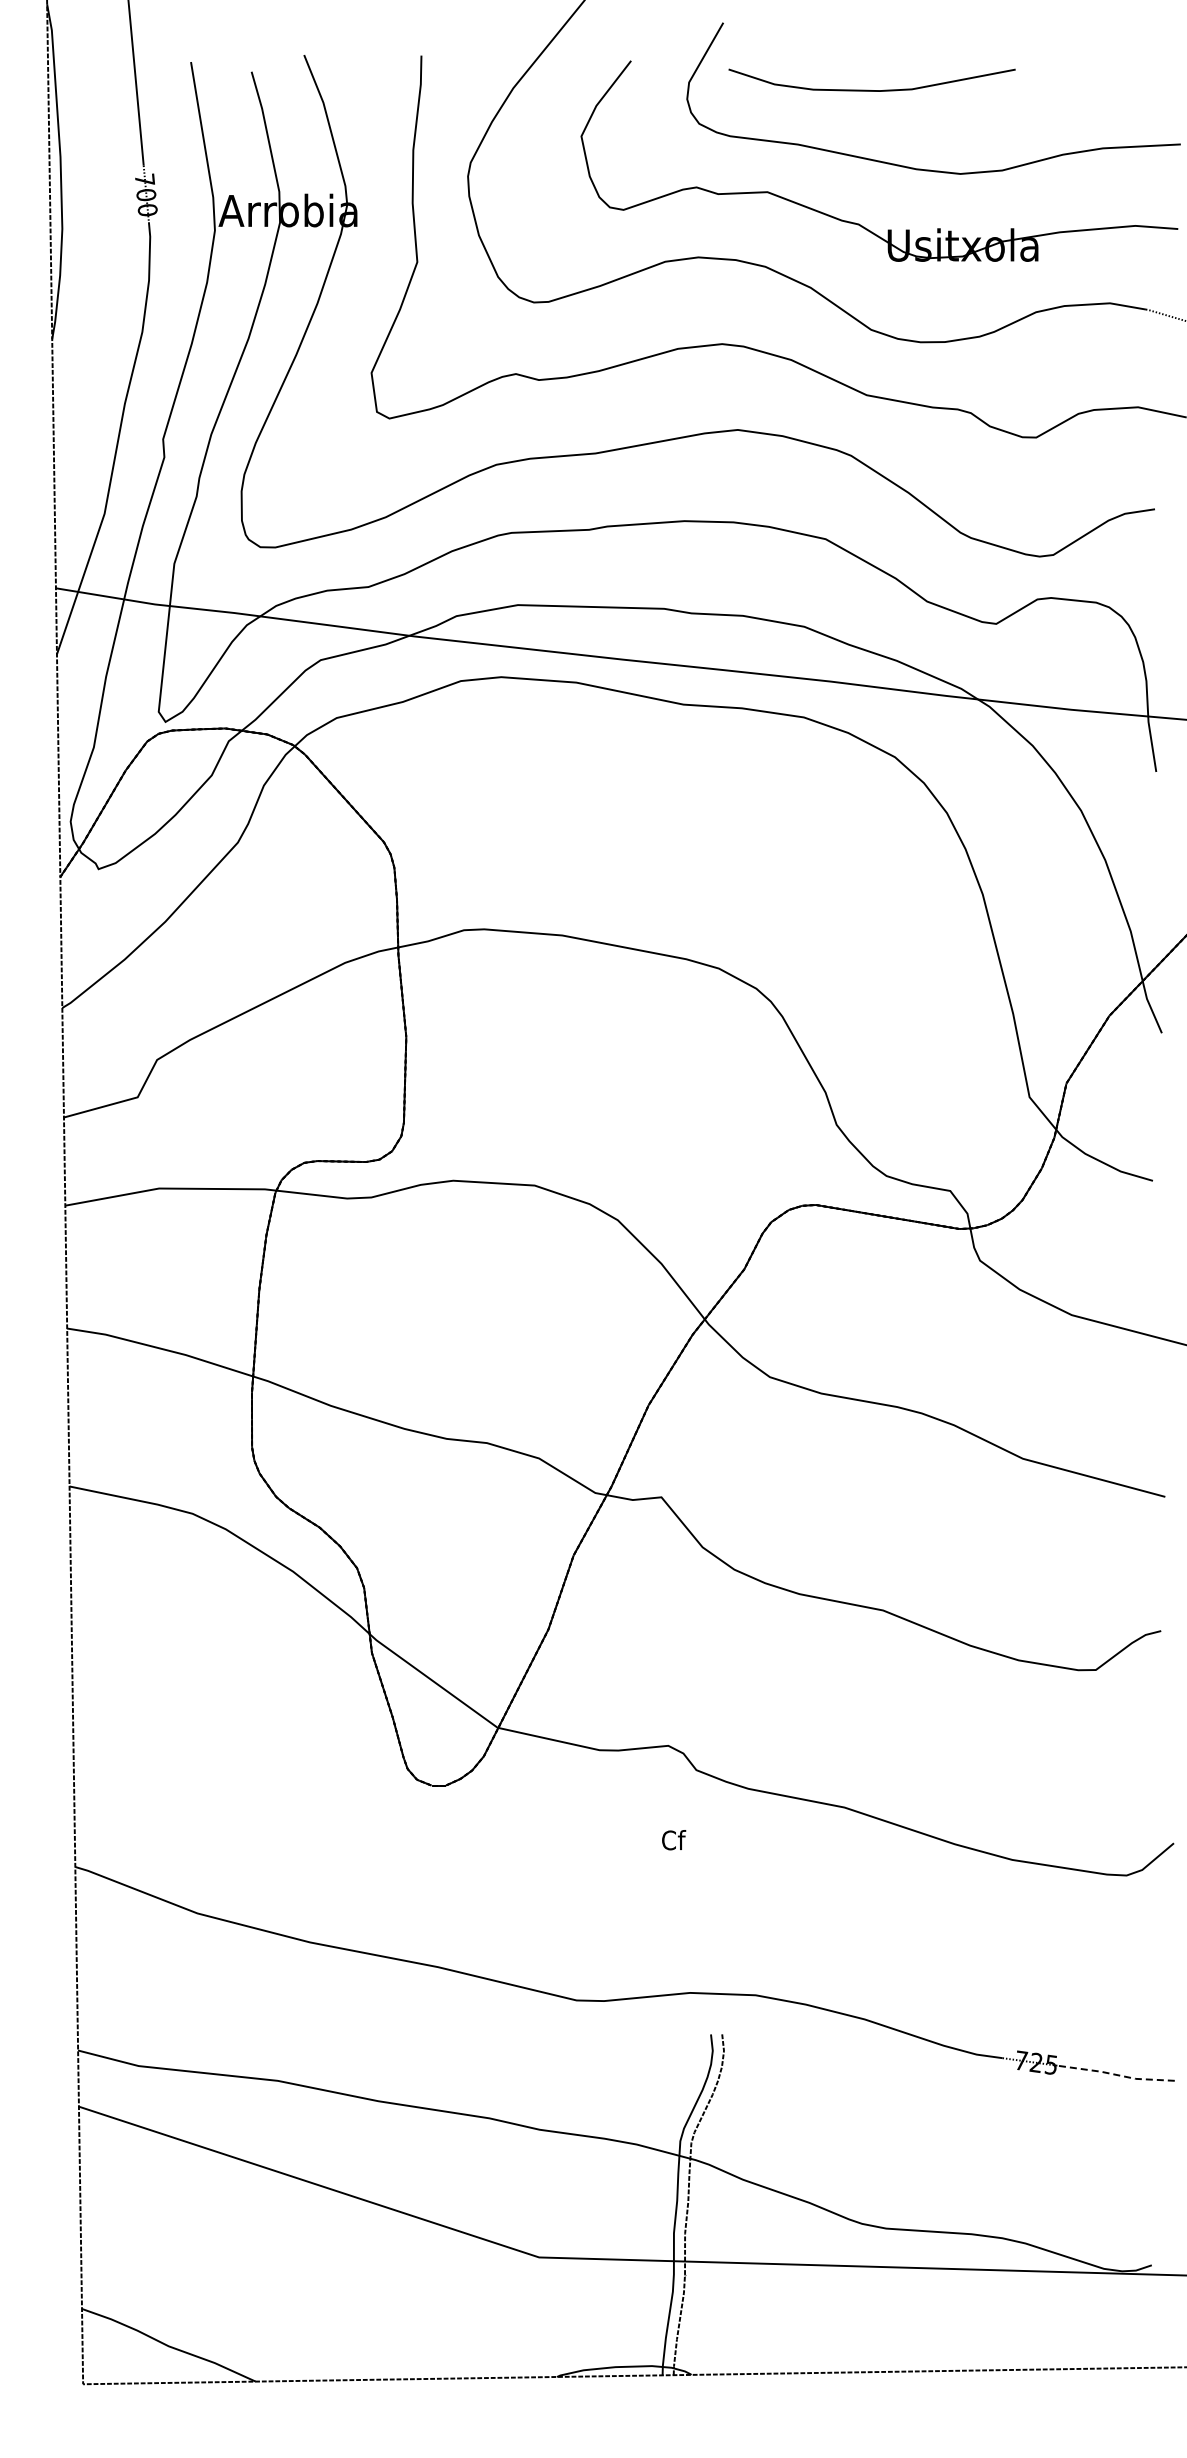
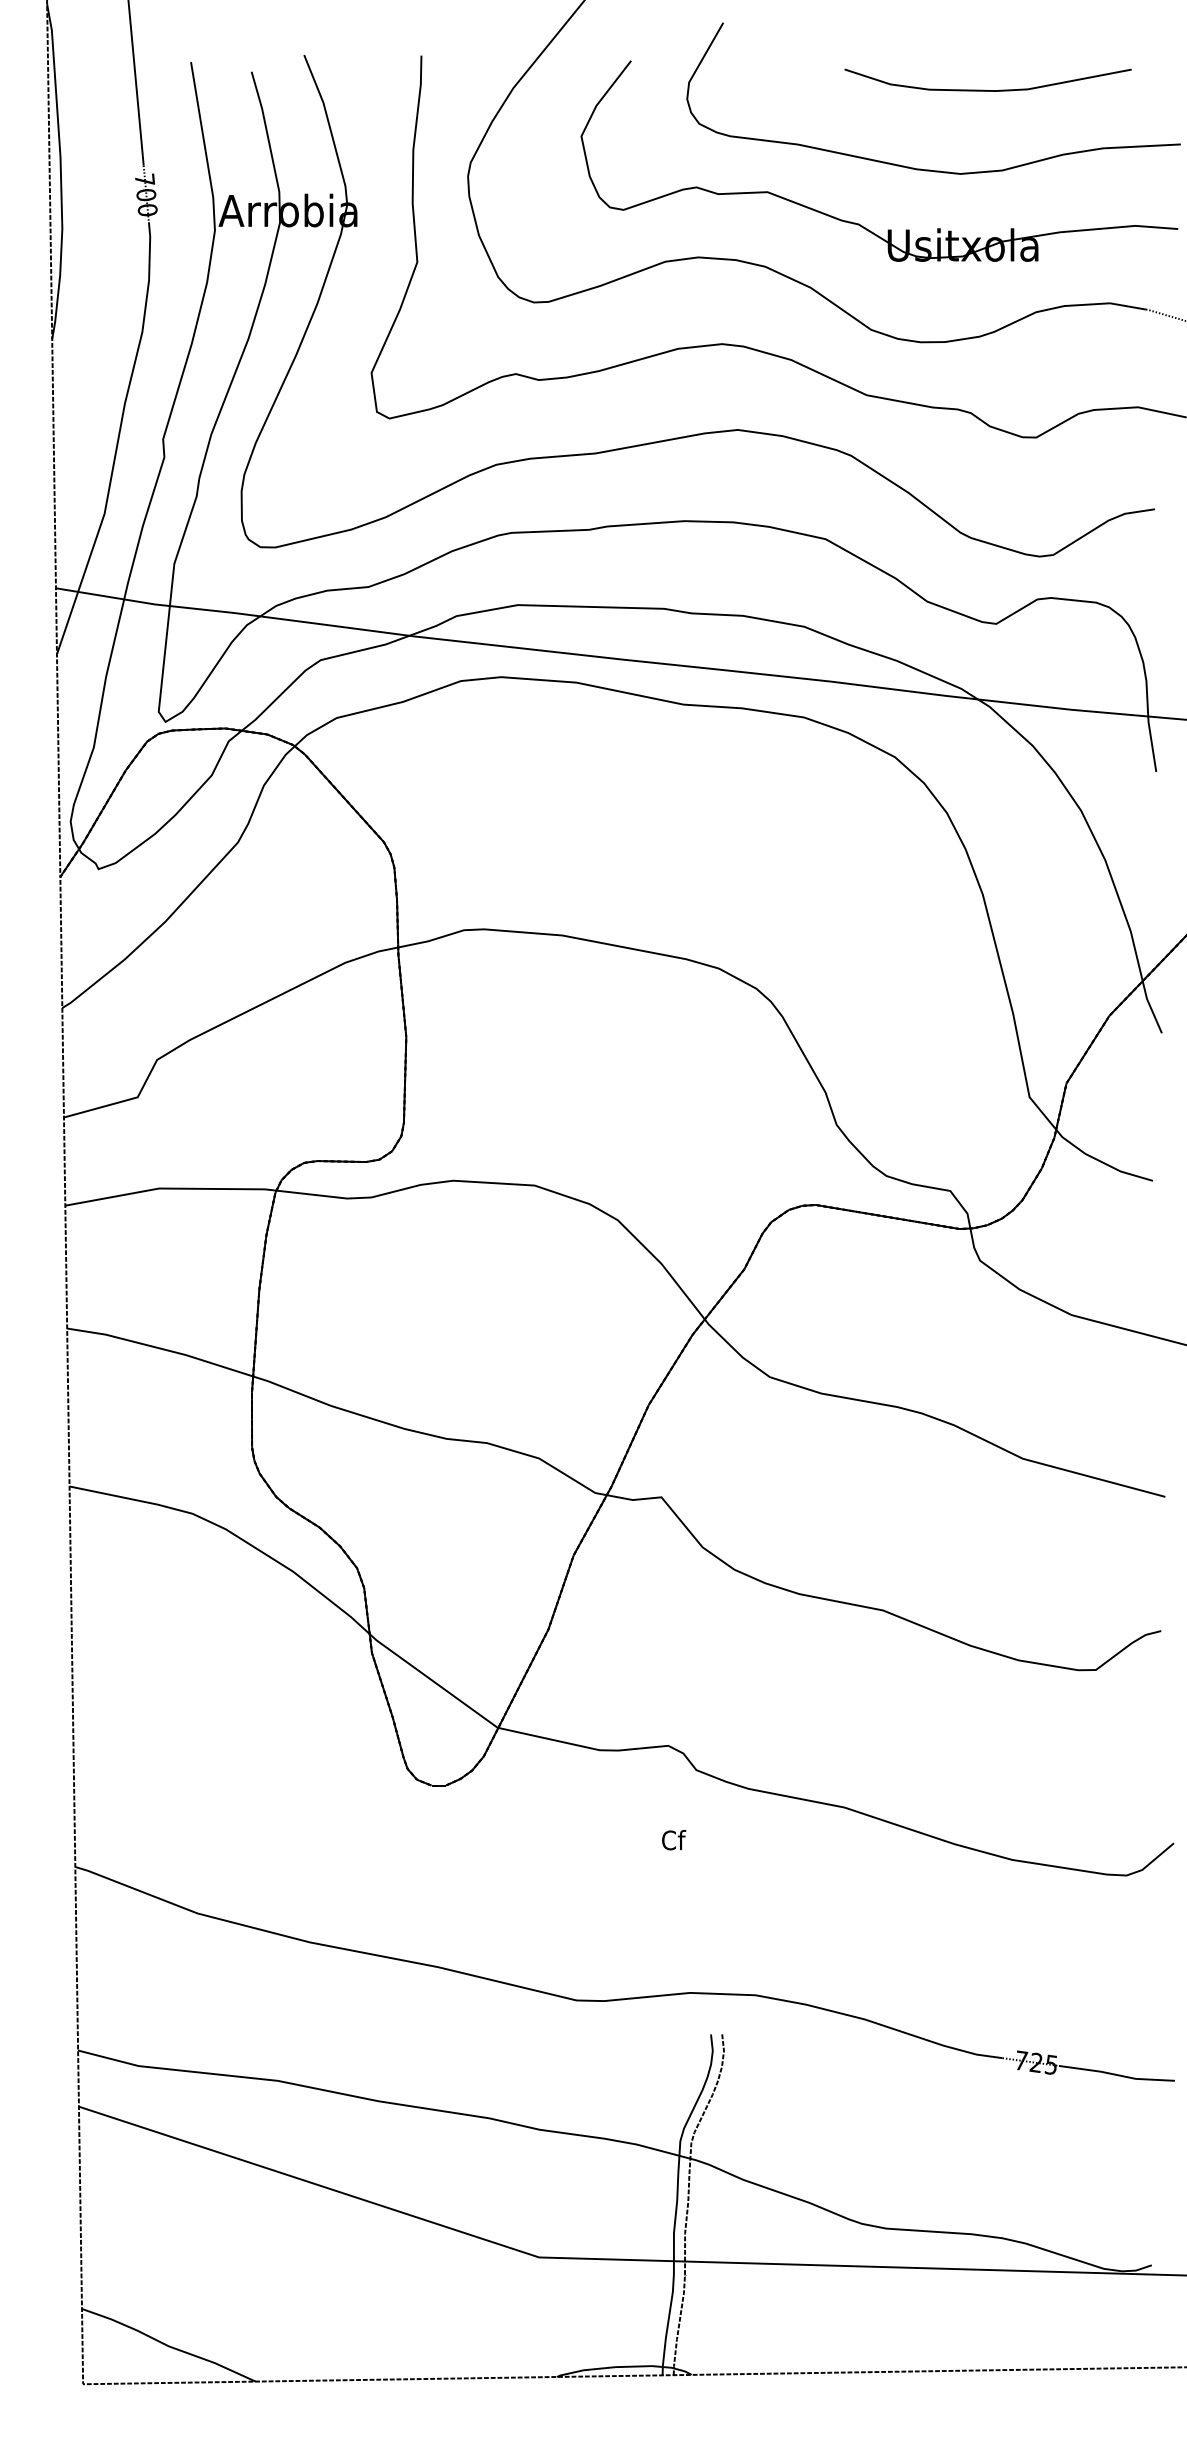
curve at (868, 89) position: (868, 89) -> (984, 89)
line at (1117, 2075): dashed -> solid
